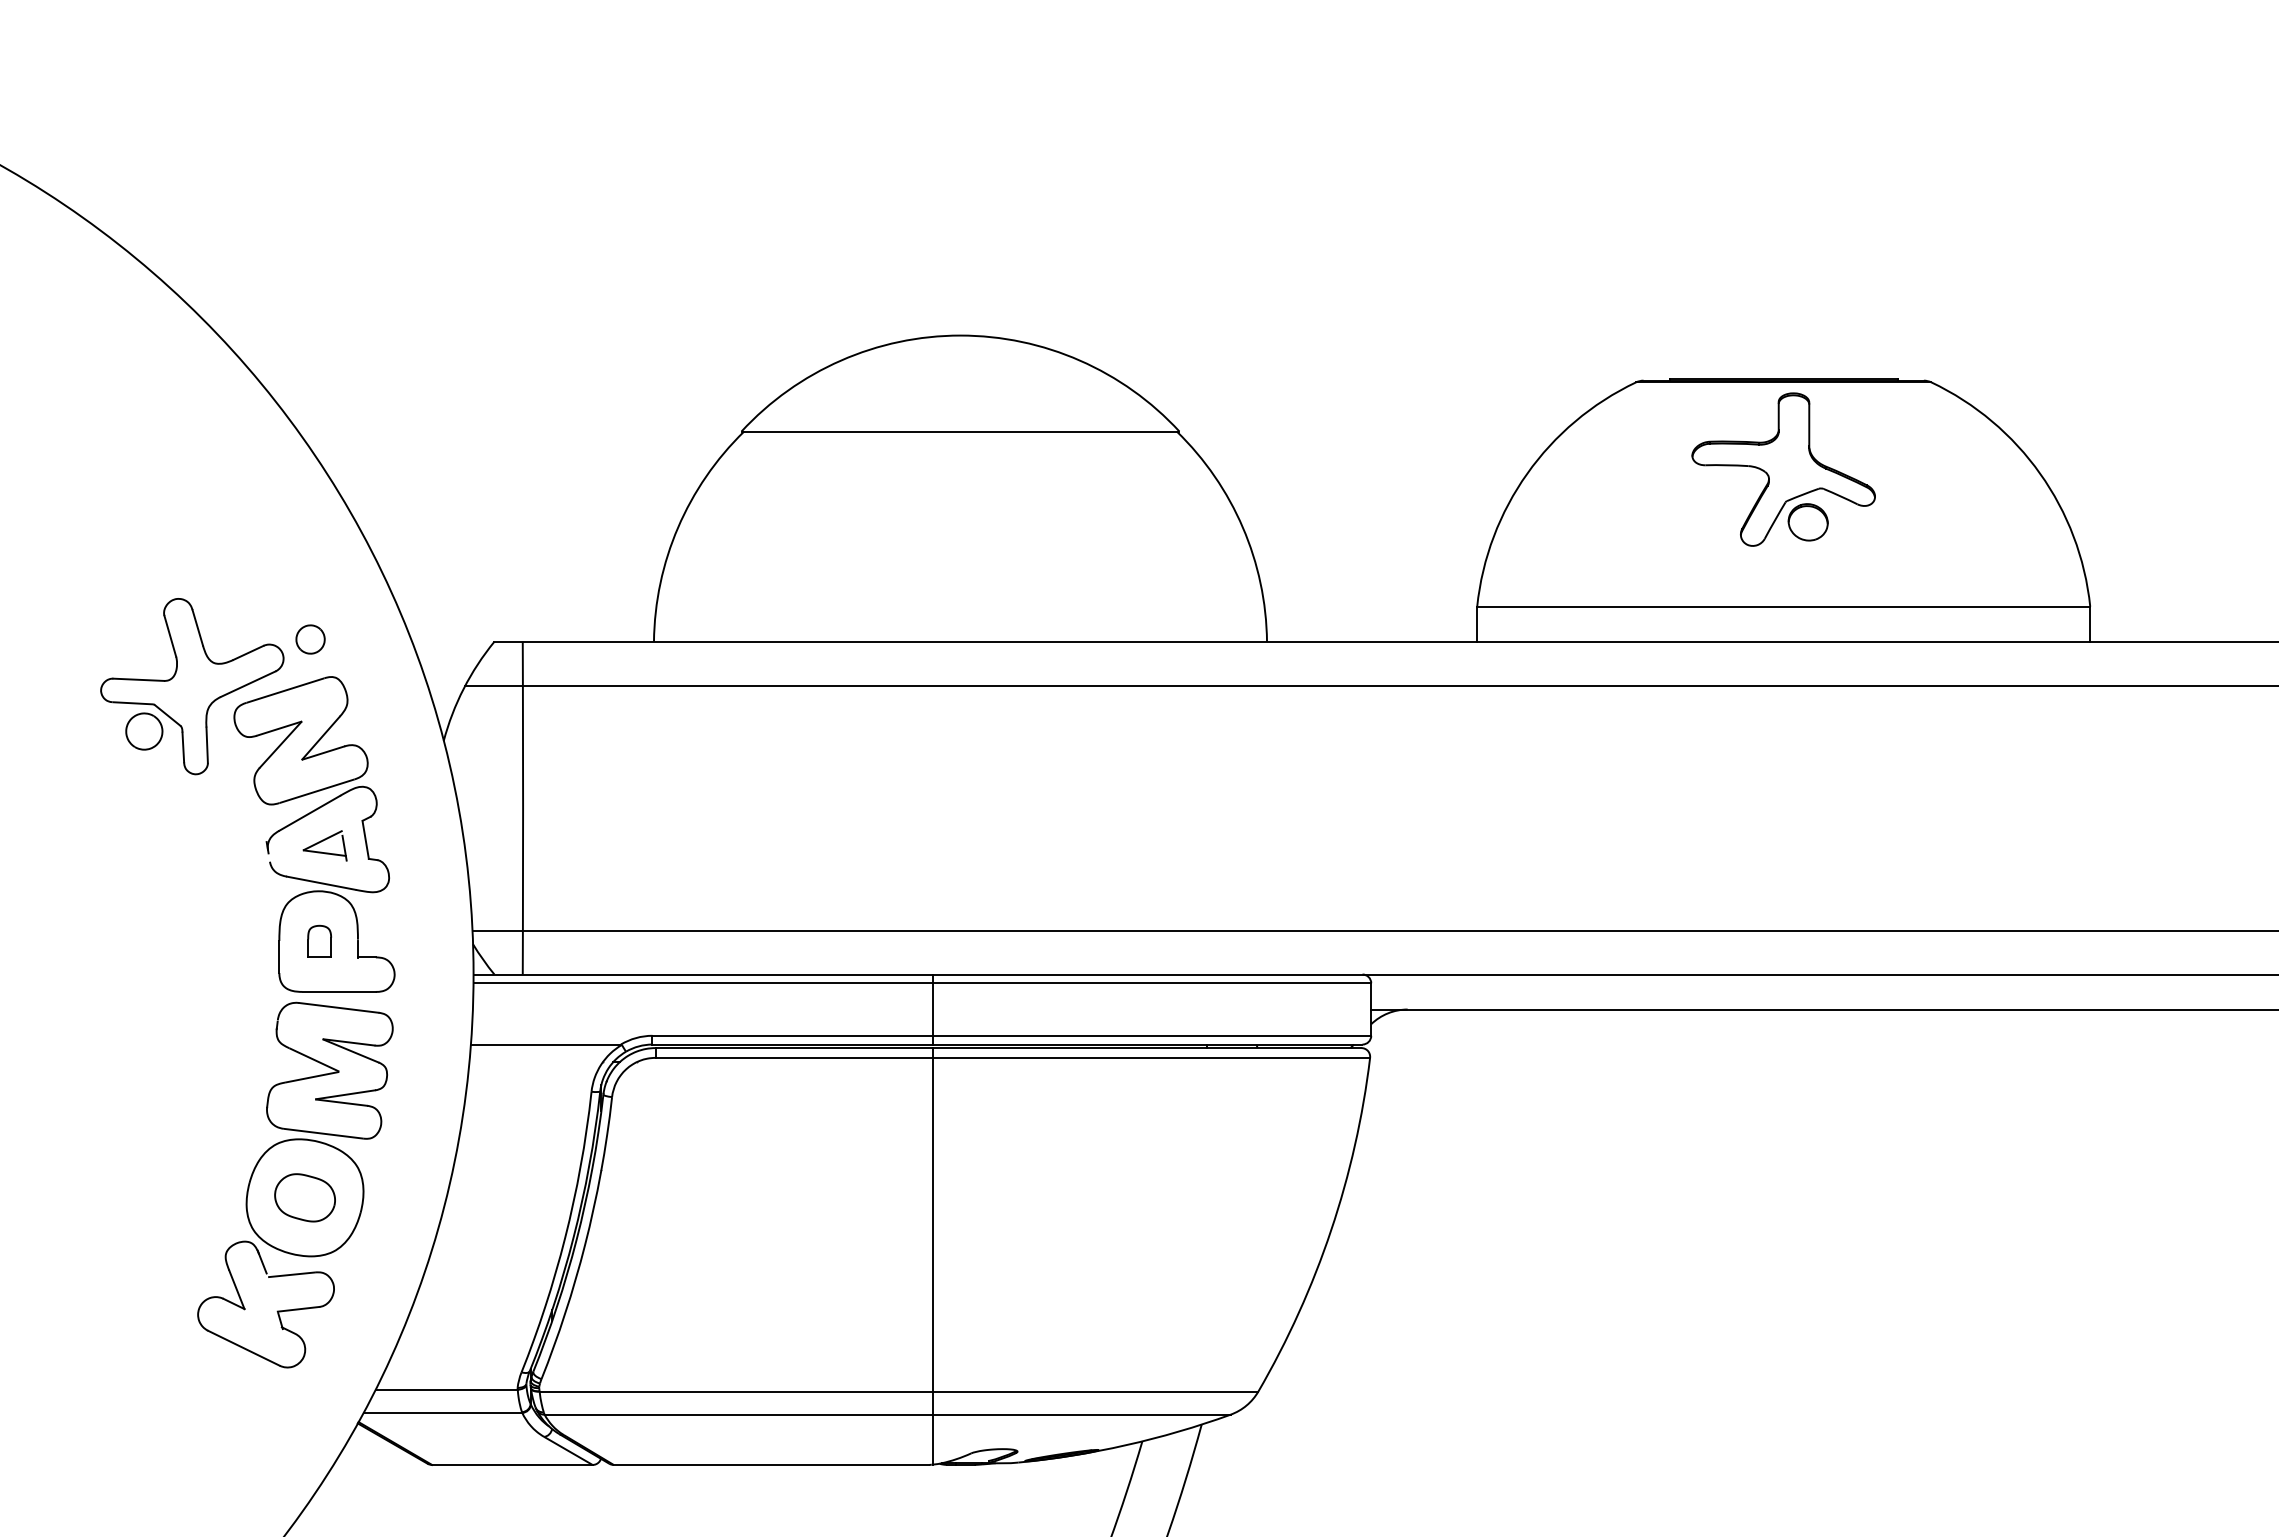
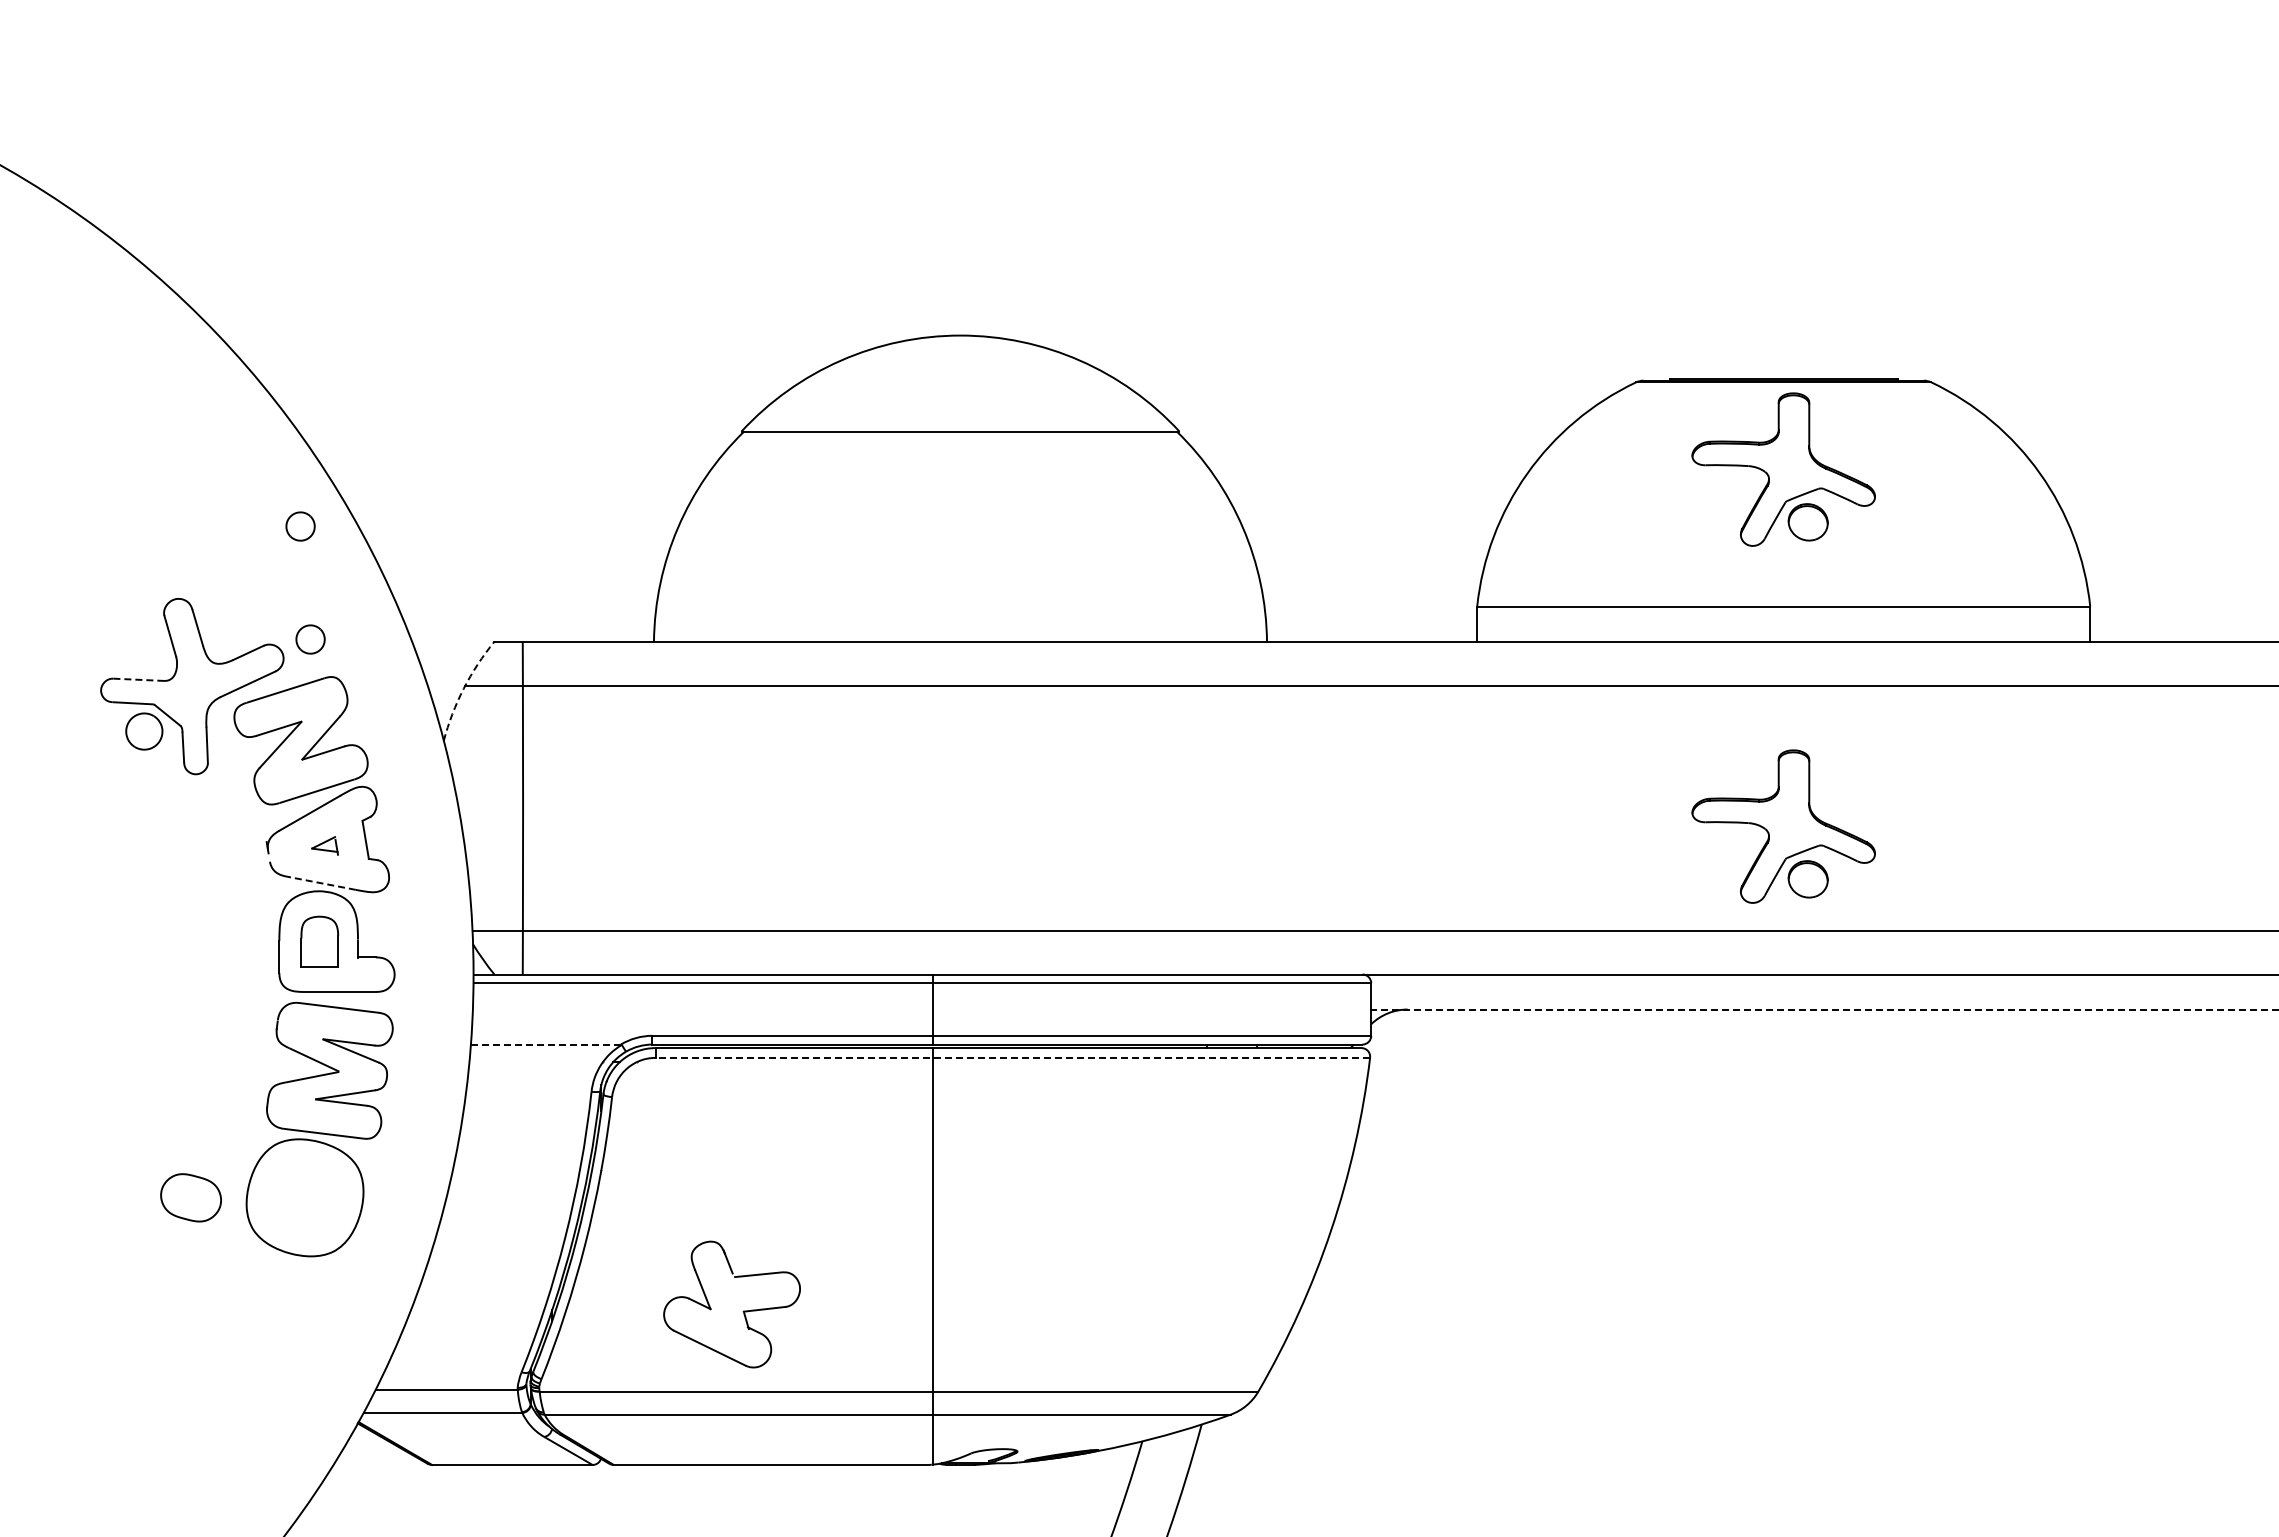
part at (300, 526): none -> present
line at (139, 679): solid -> dashed
arc at (463, 688): solid -> dashed
part at (1783, 826): none -> present
part at (324, 845) size: 46x32 px -> 28x20 px
line at (320, 883): solid -> dashed
part at (319, 940) size: 25x34 px -> 40x53 px
line at (1825, 1009): solid -> dashed
line at (545, 1044): solid -> dashed
line at (1012, 1057): solid -> dashed
part at (304, 1197) position: (304, 1197) -> (190, 1197)
part at (276, 1311) position: (276, 1311) -> (742, 1311)
